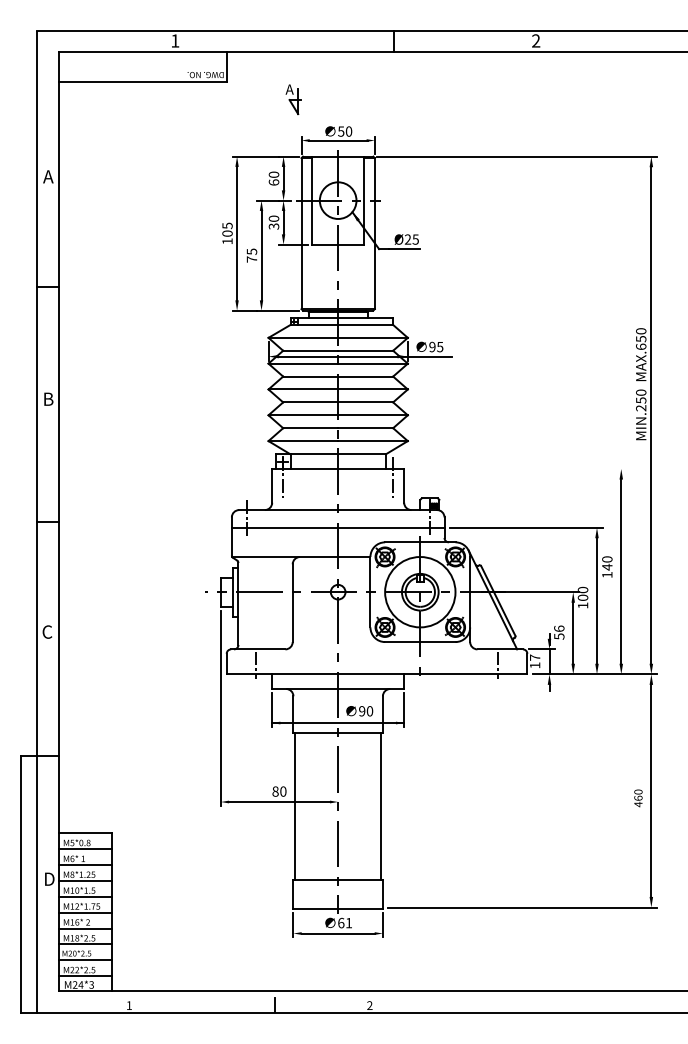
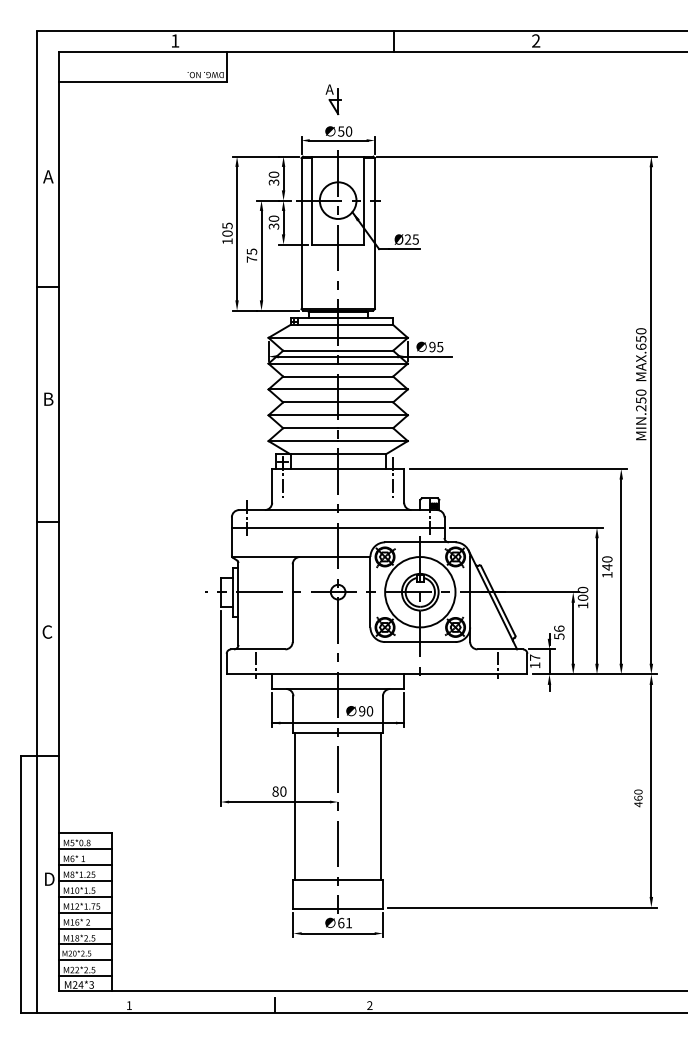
part at (293, 99) position: (293, 99) -> (333, 99)
text at (273, 182): 60 -> 30
line at (518, 469): none -> present
